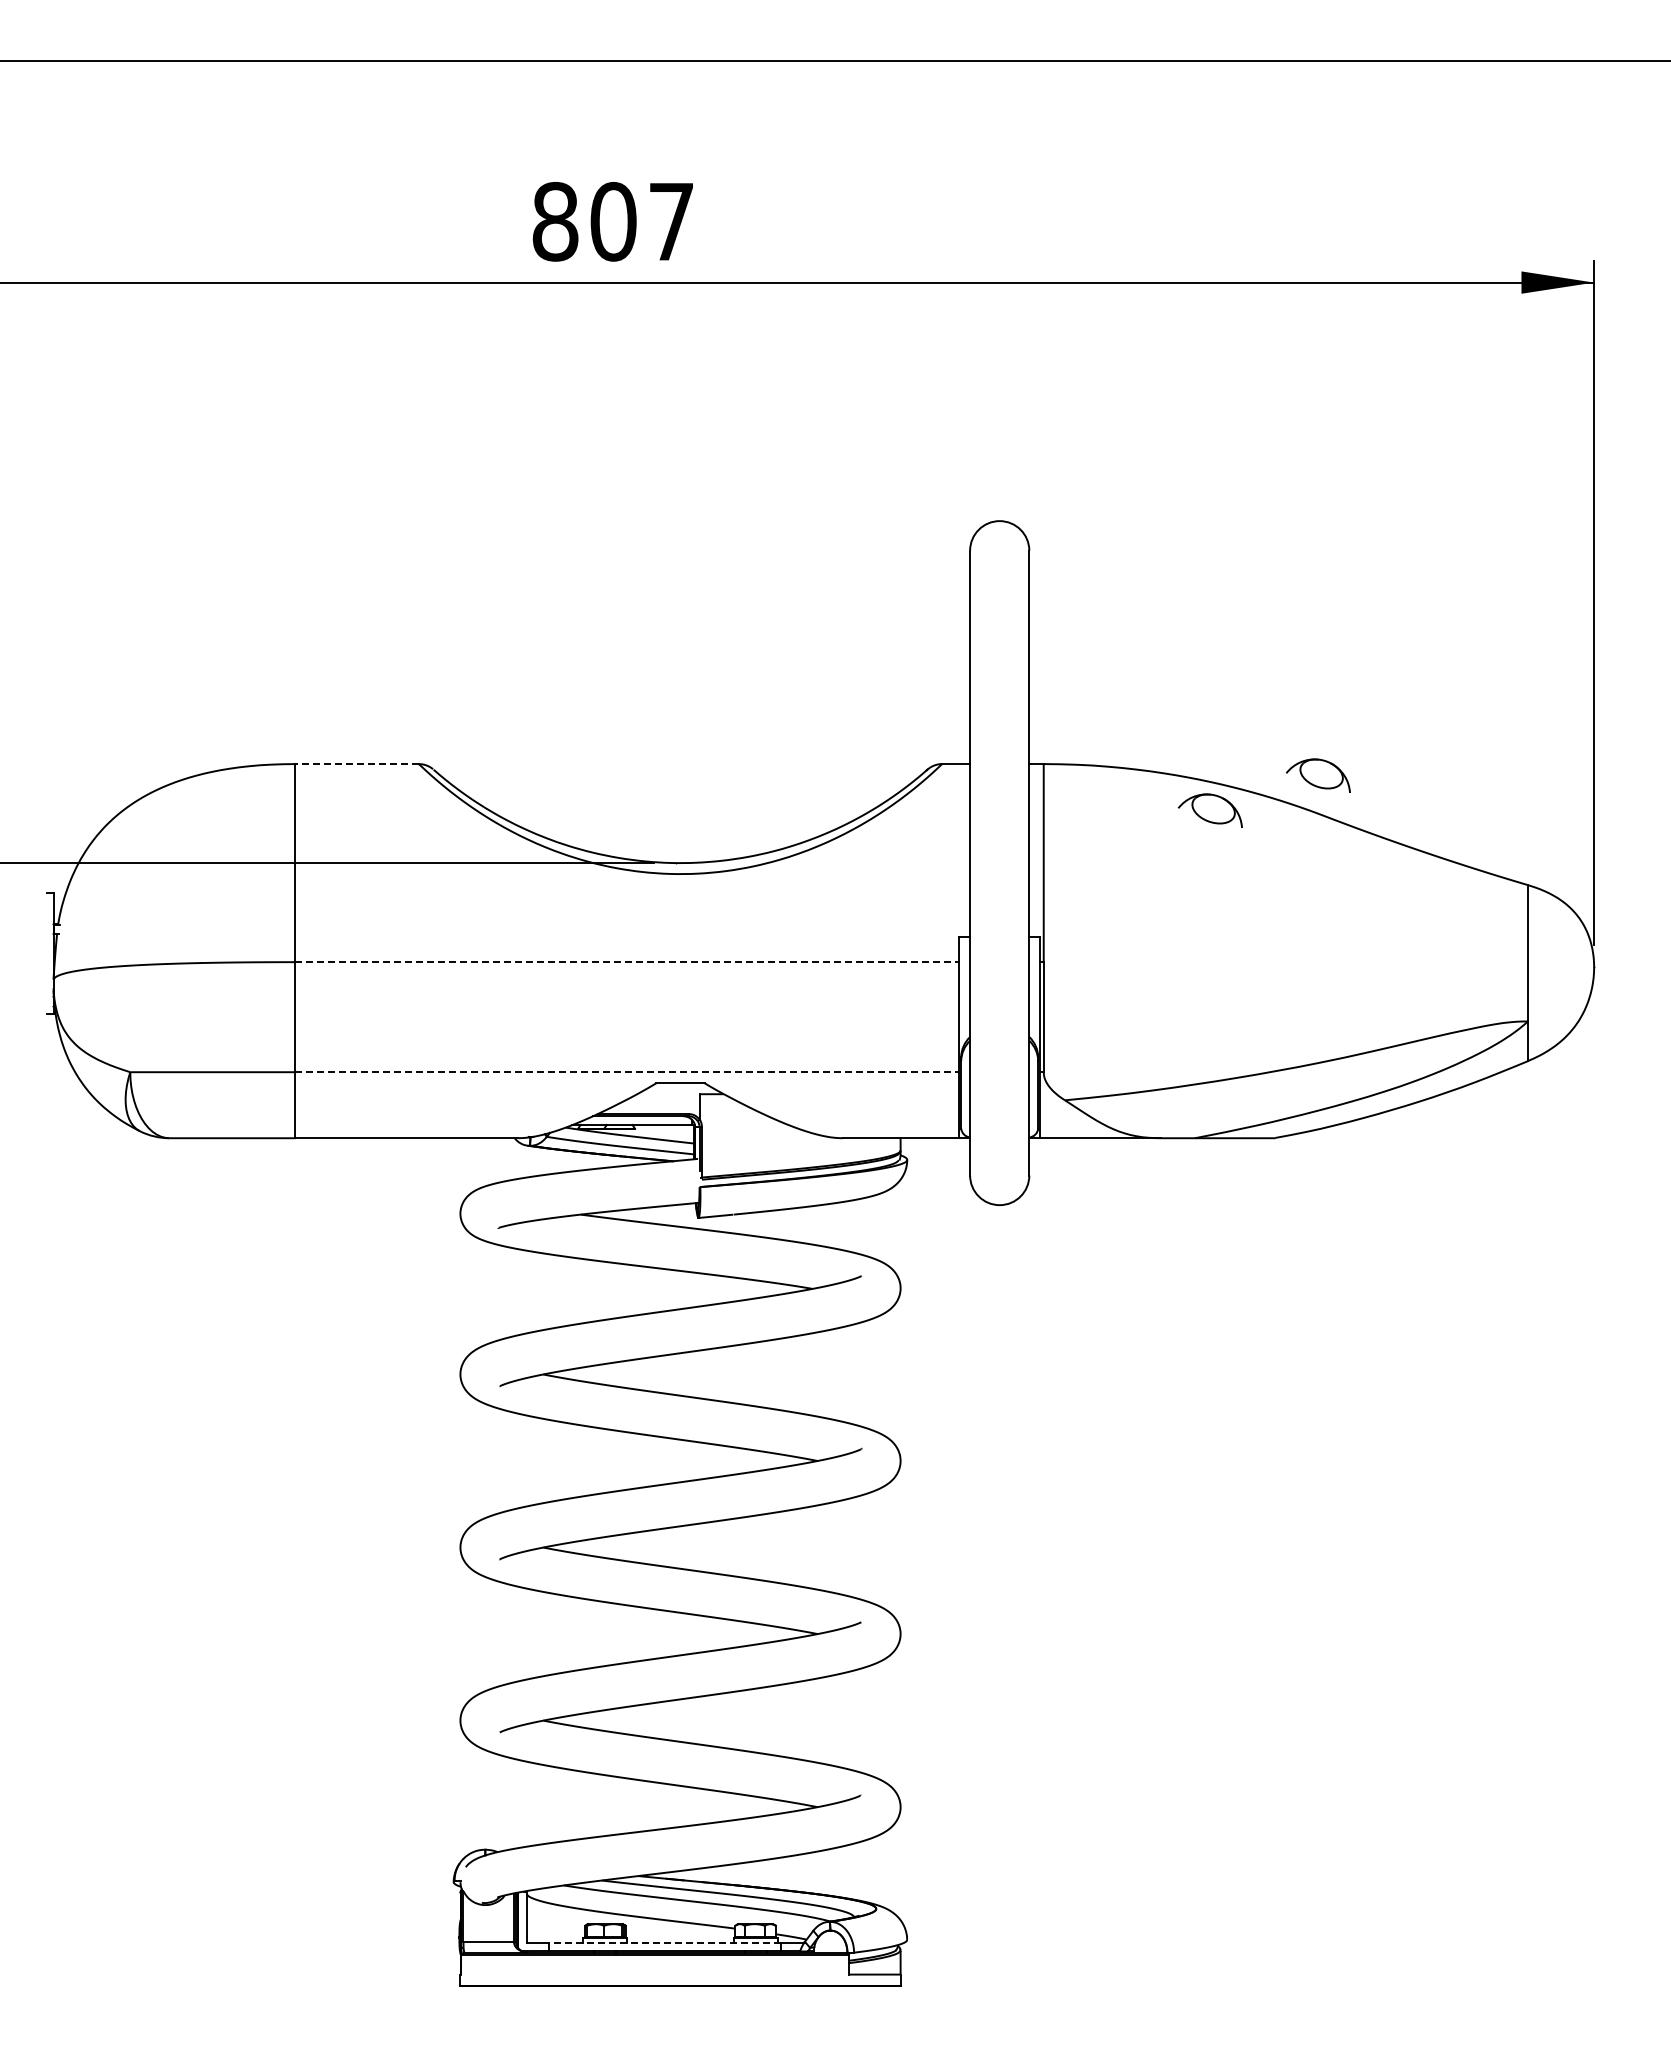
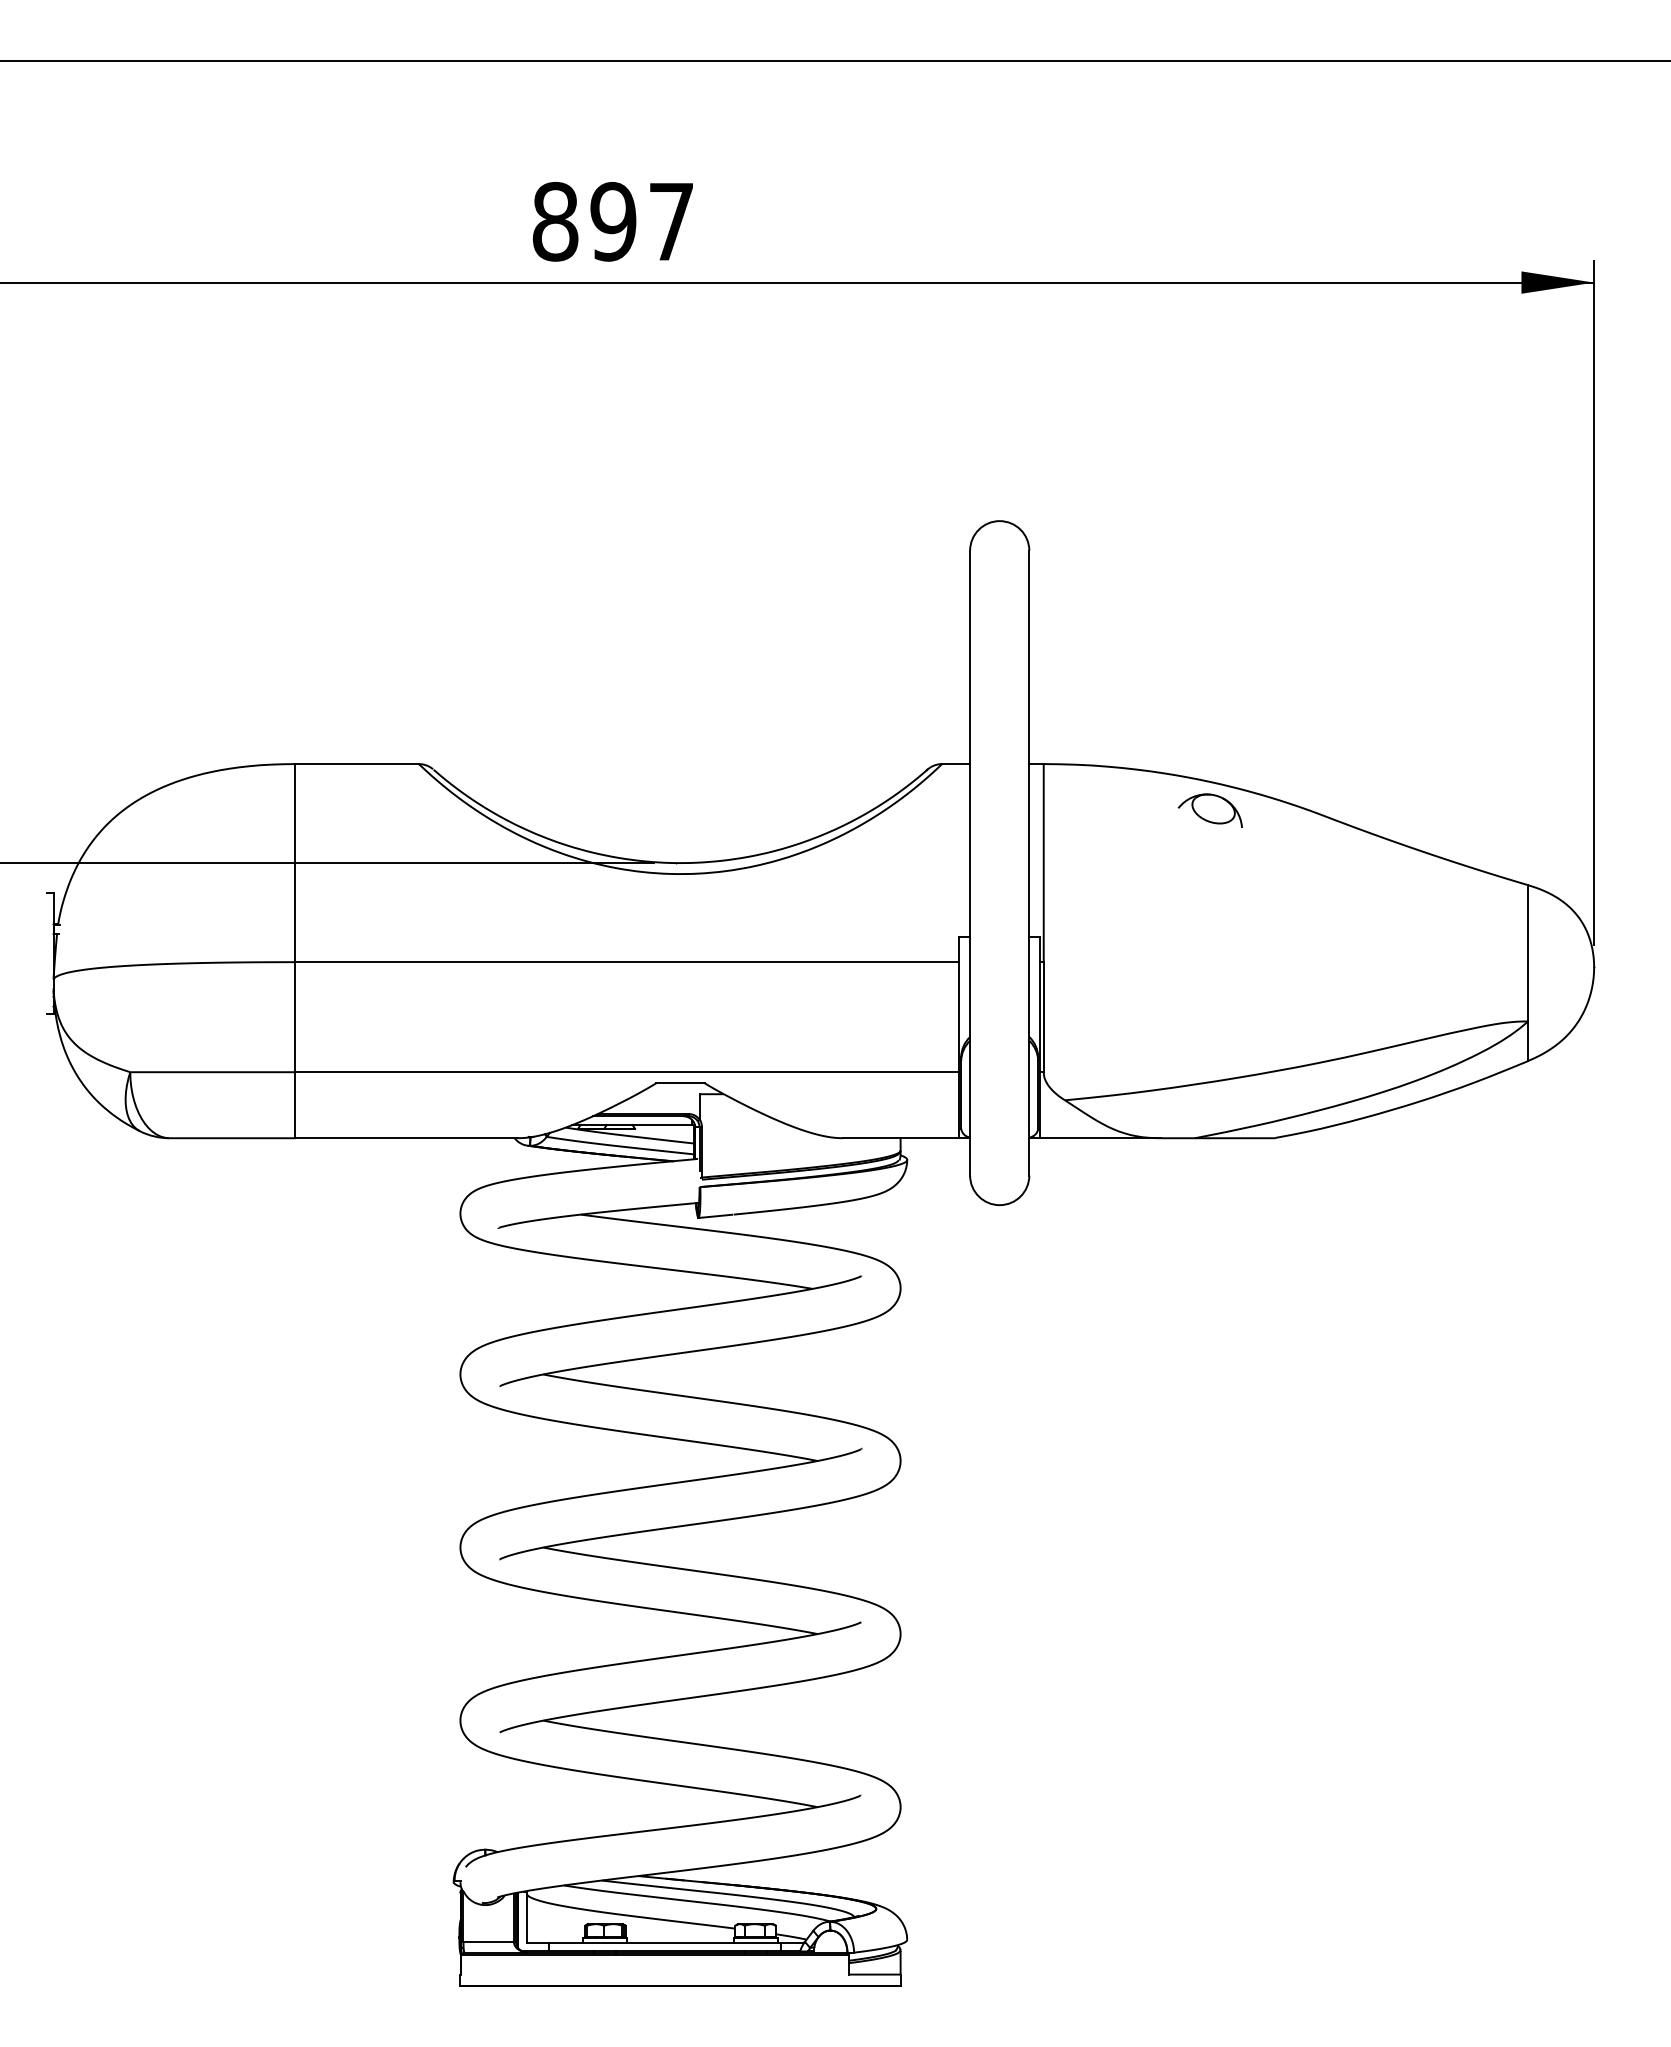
text at (613, 221): 807 -> 897
line at (357, 764): dashed -> solid
part at (1317, 775): present -> none
line at (627, 962): dashed -> solid
line at (627, 1072): dashed -> solid
line at (664, 1942): dashed -> solid
